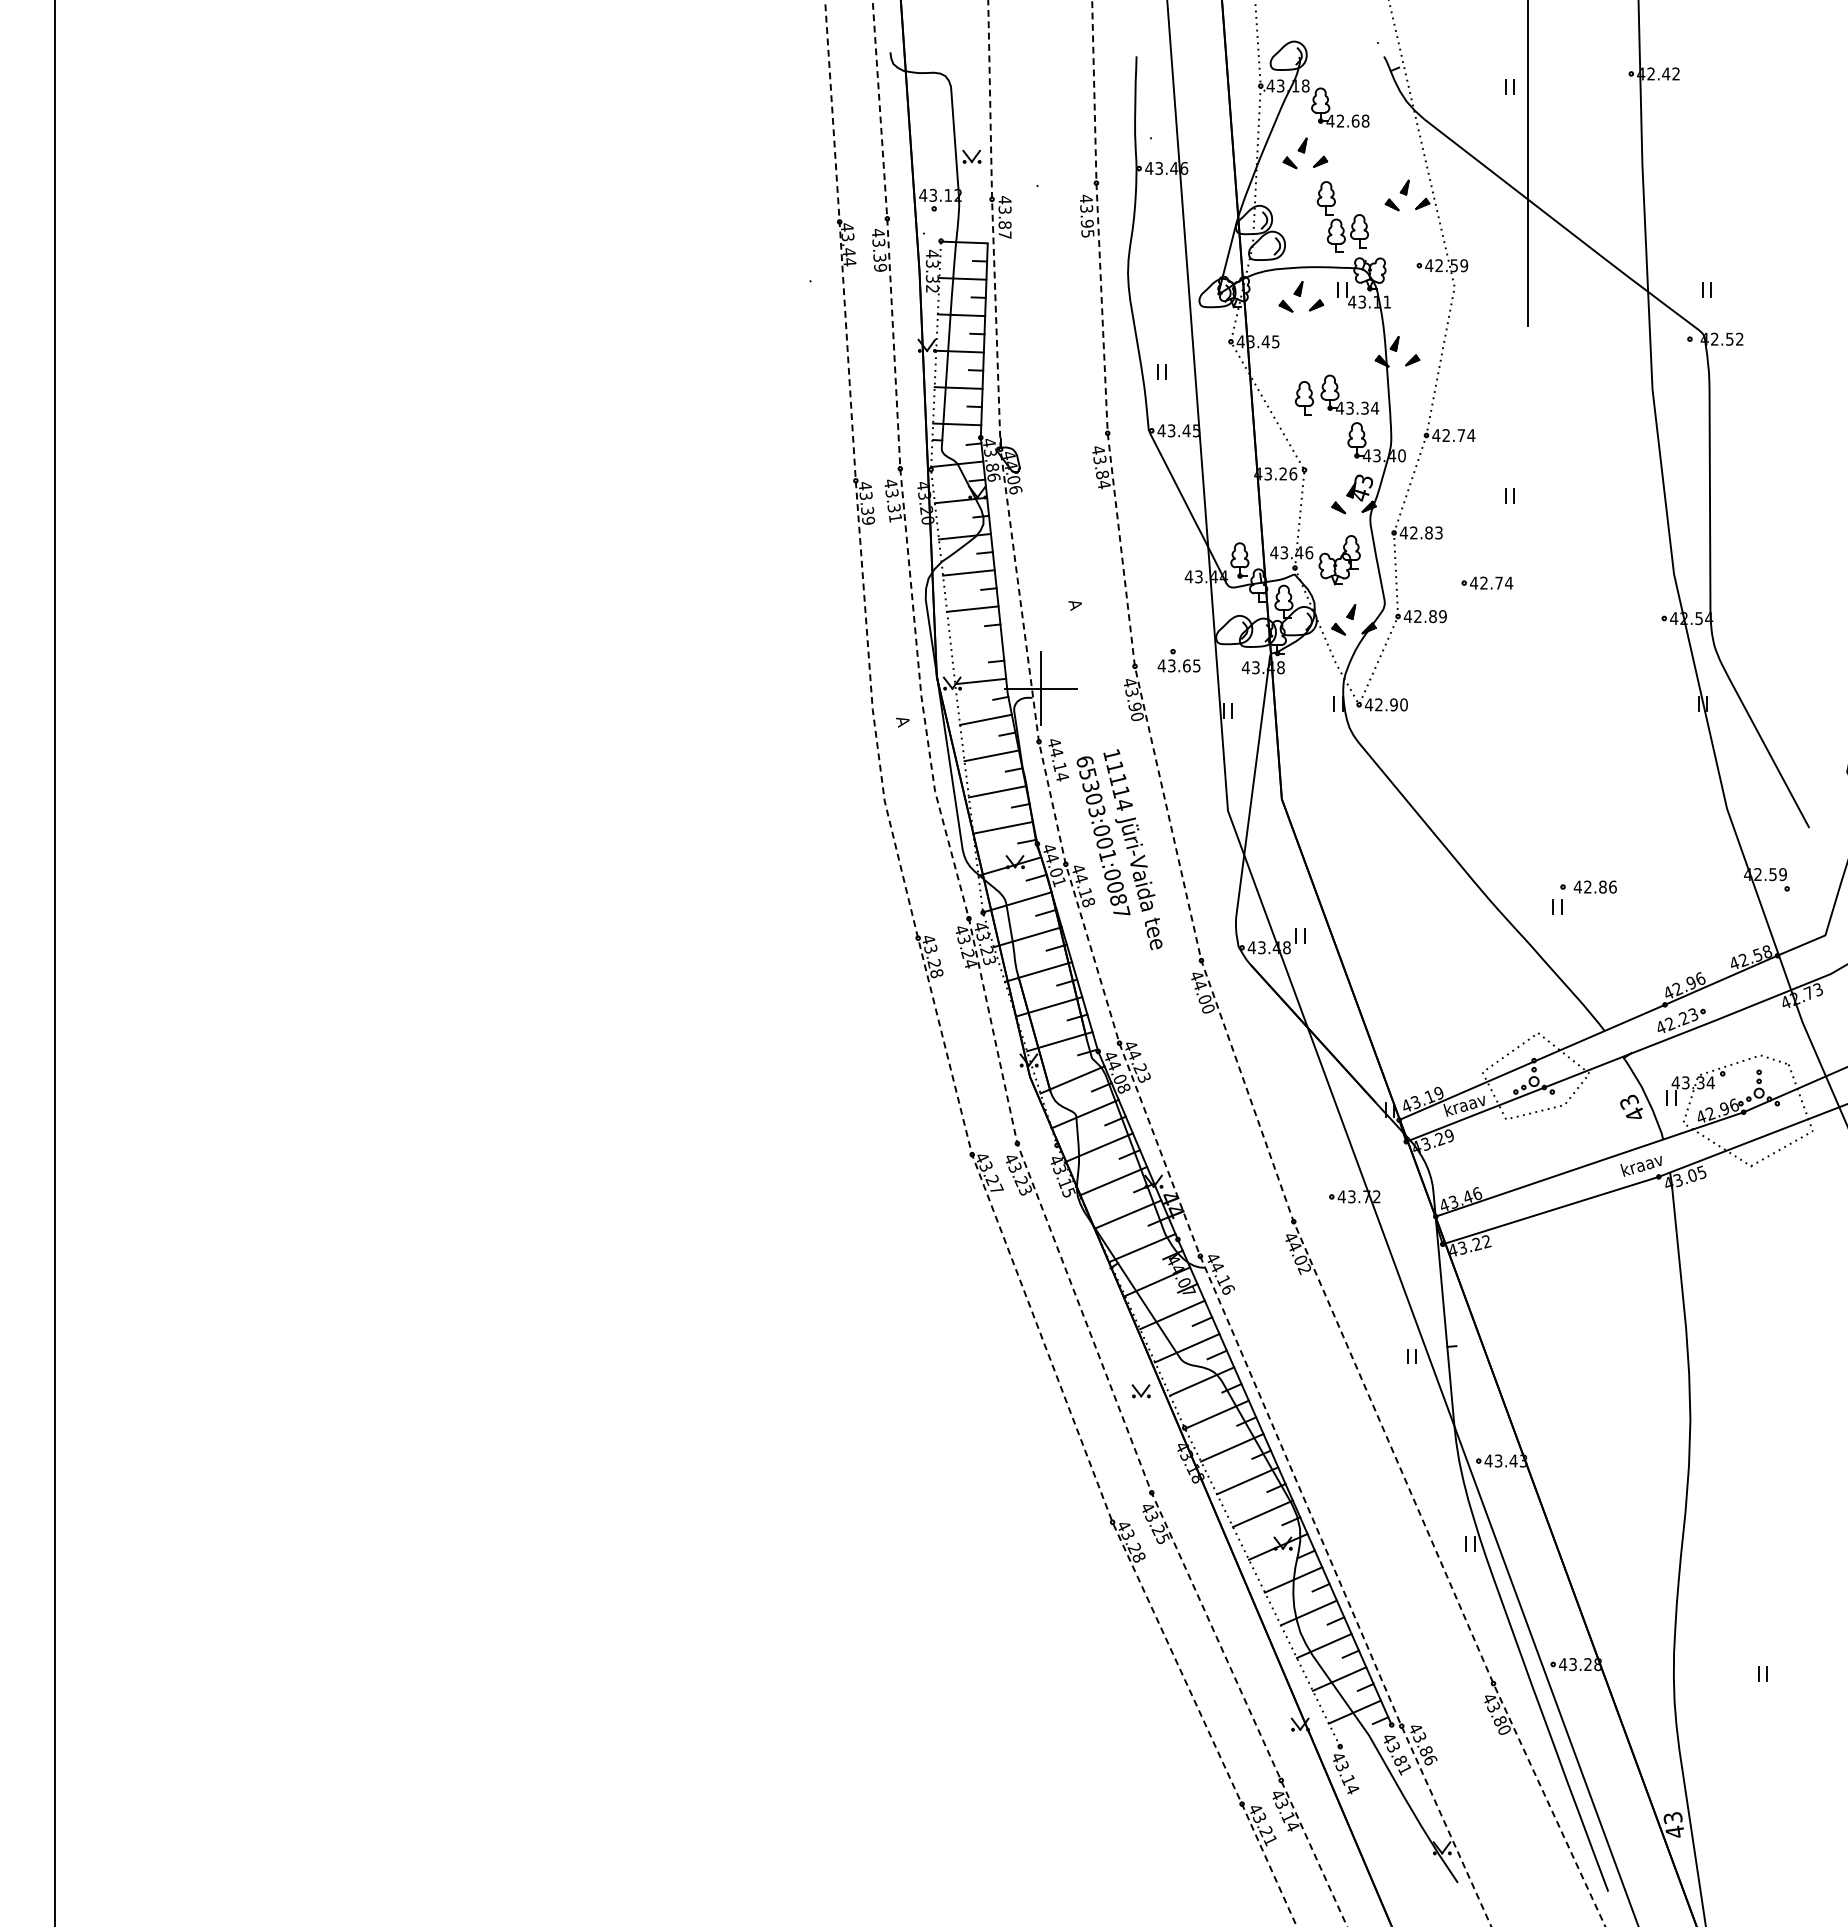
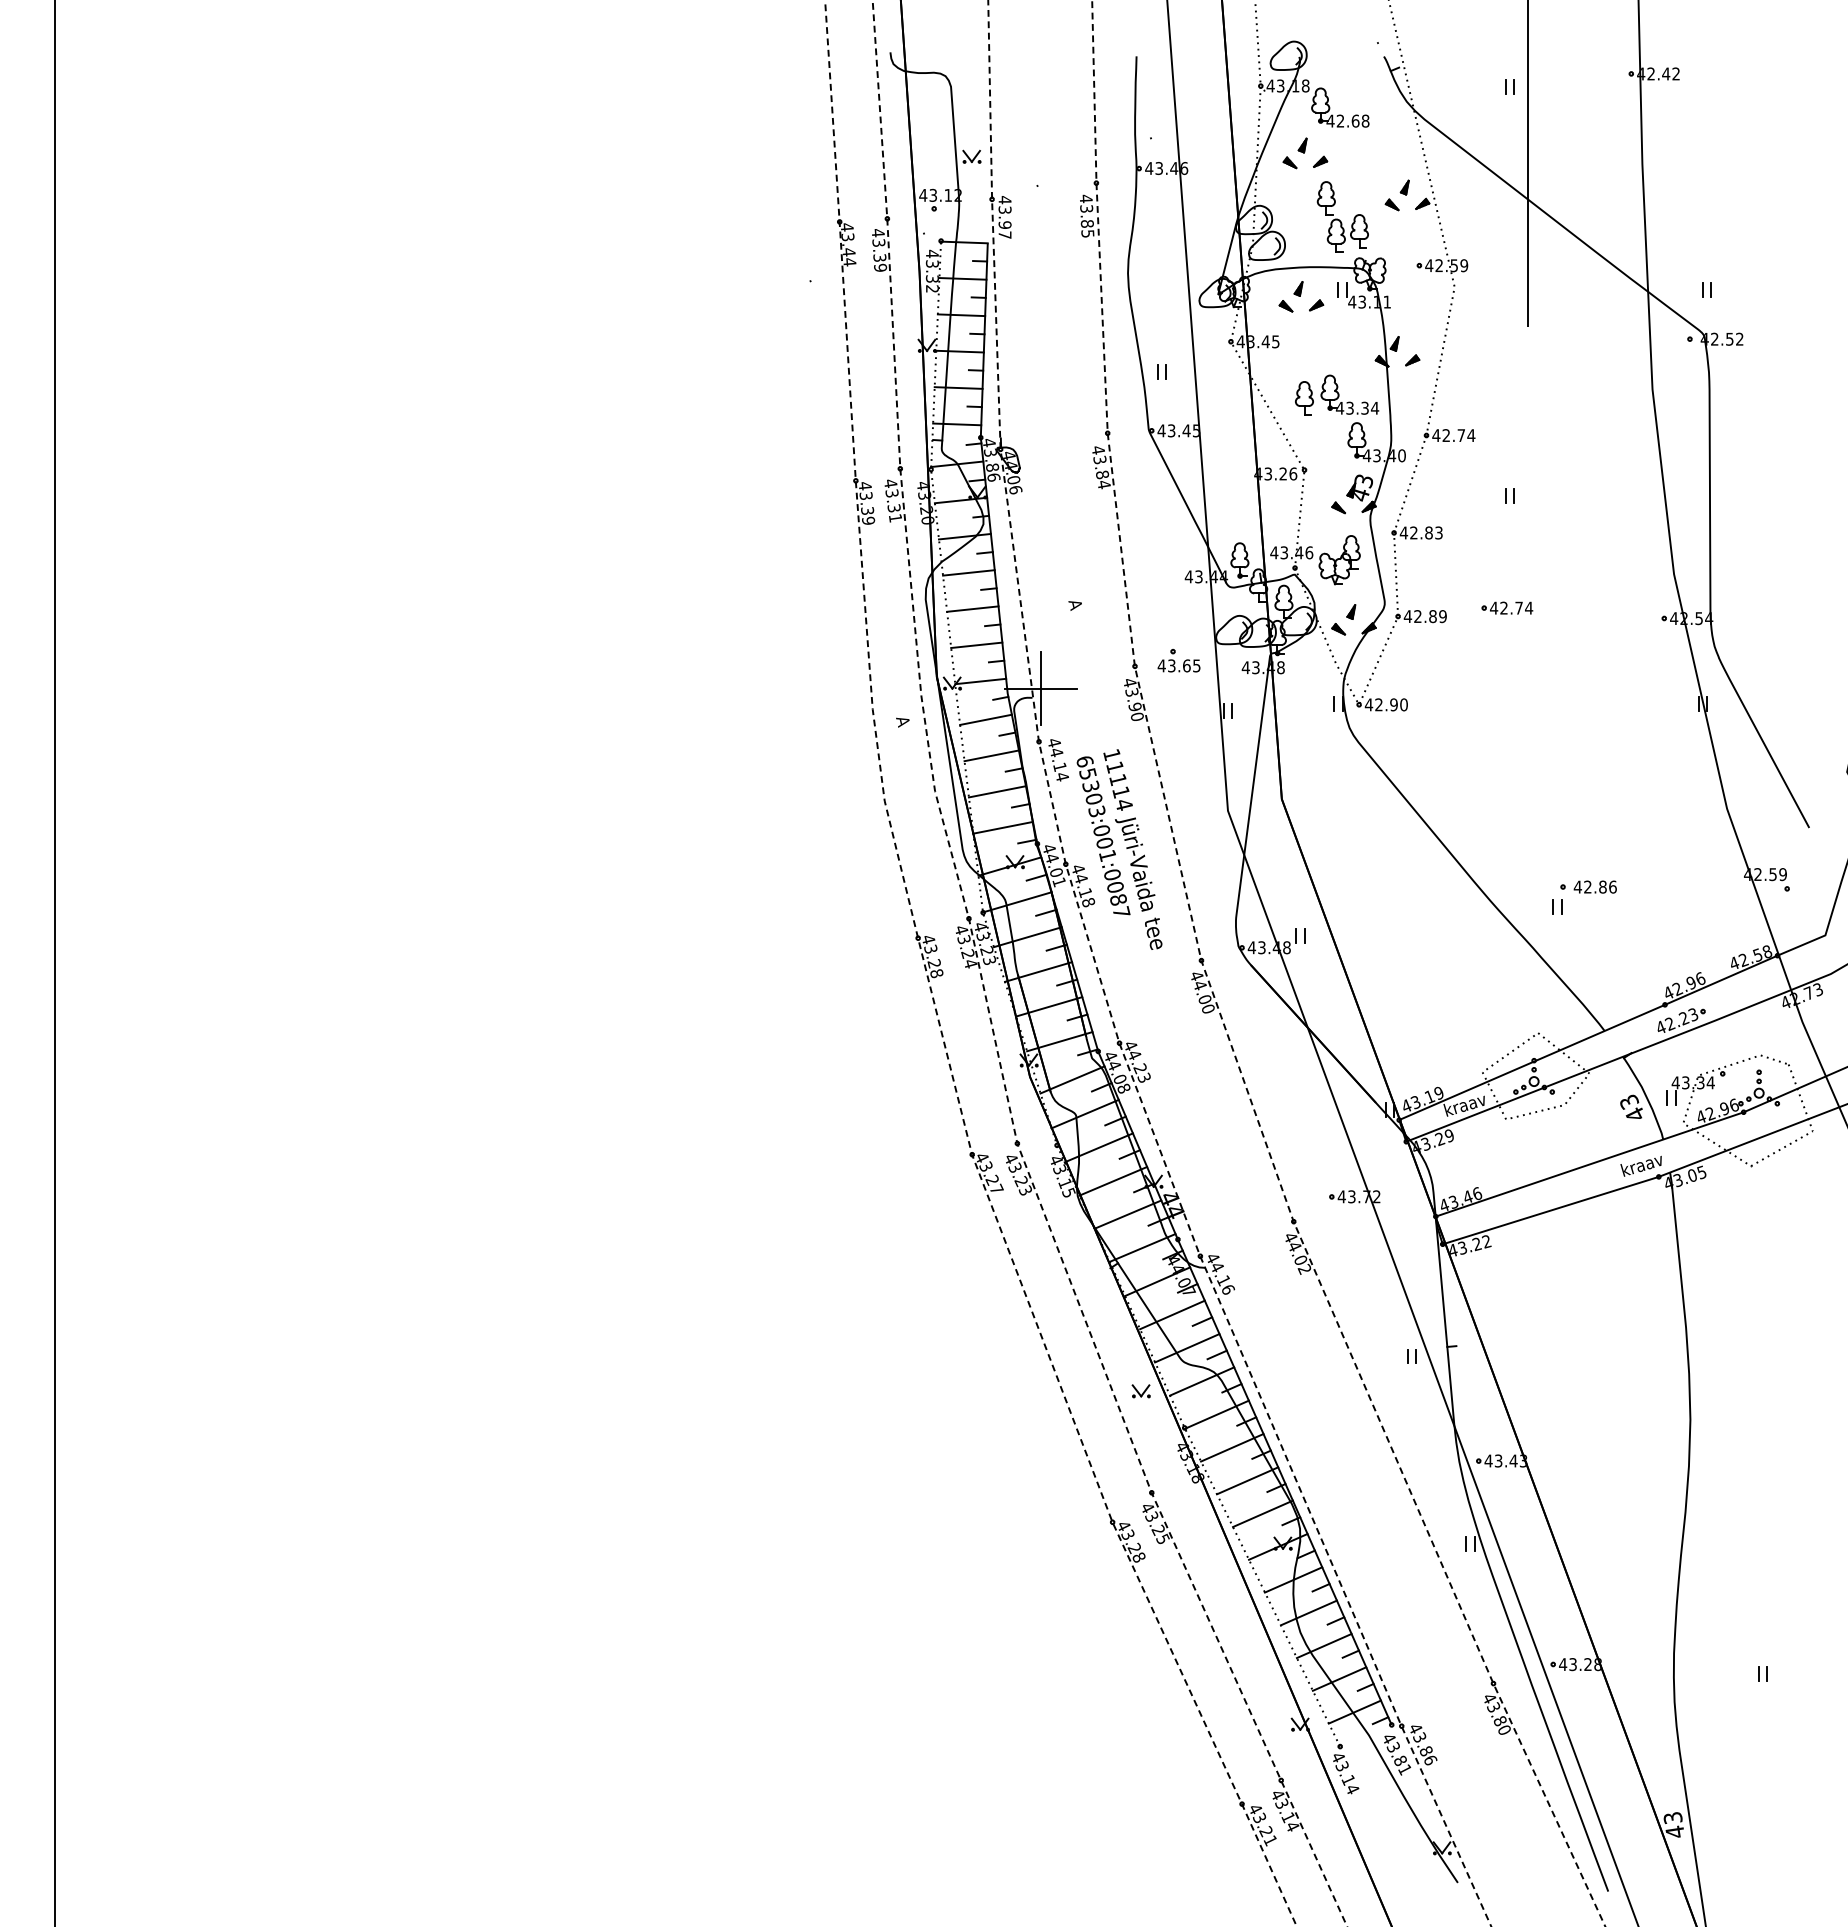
text at (1086, 223): 43.95 -> 43.85
text at (1004, 224): 43.87 -> 43.97
part at (1487, 582) position: (1487, 582) -> (1507, 607)
line at (976, 645): none -> present
